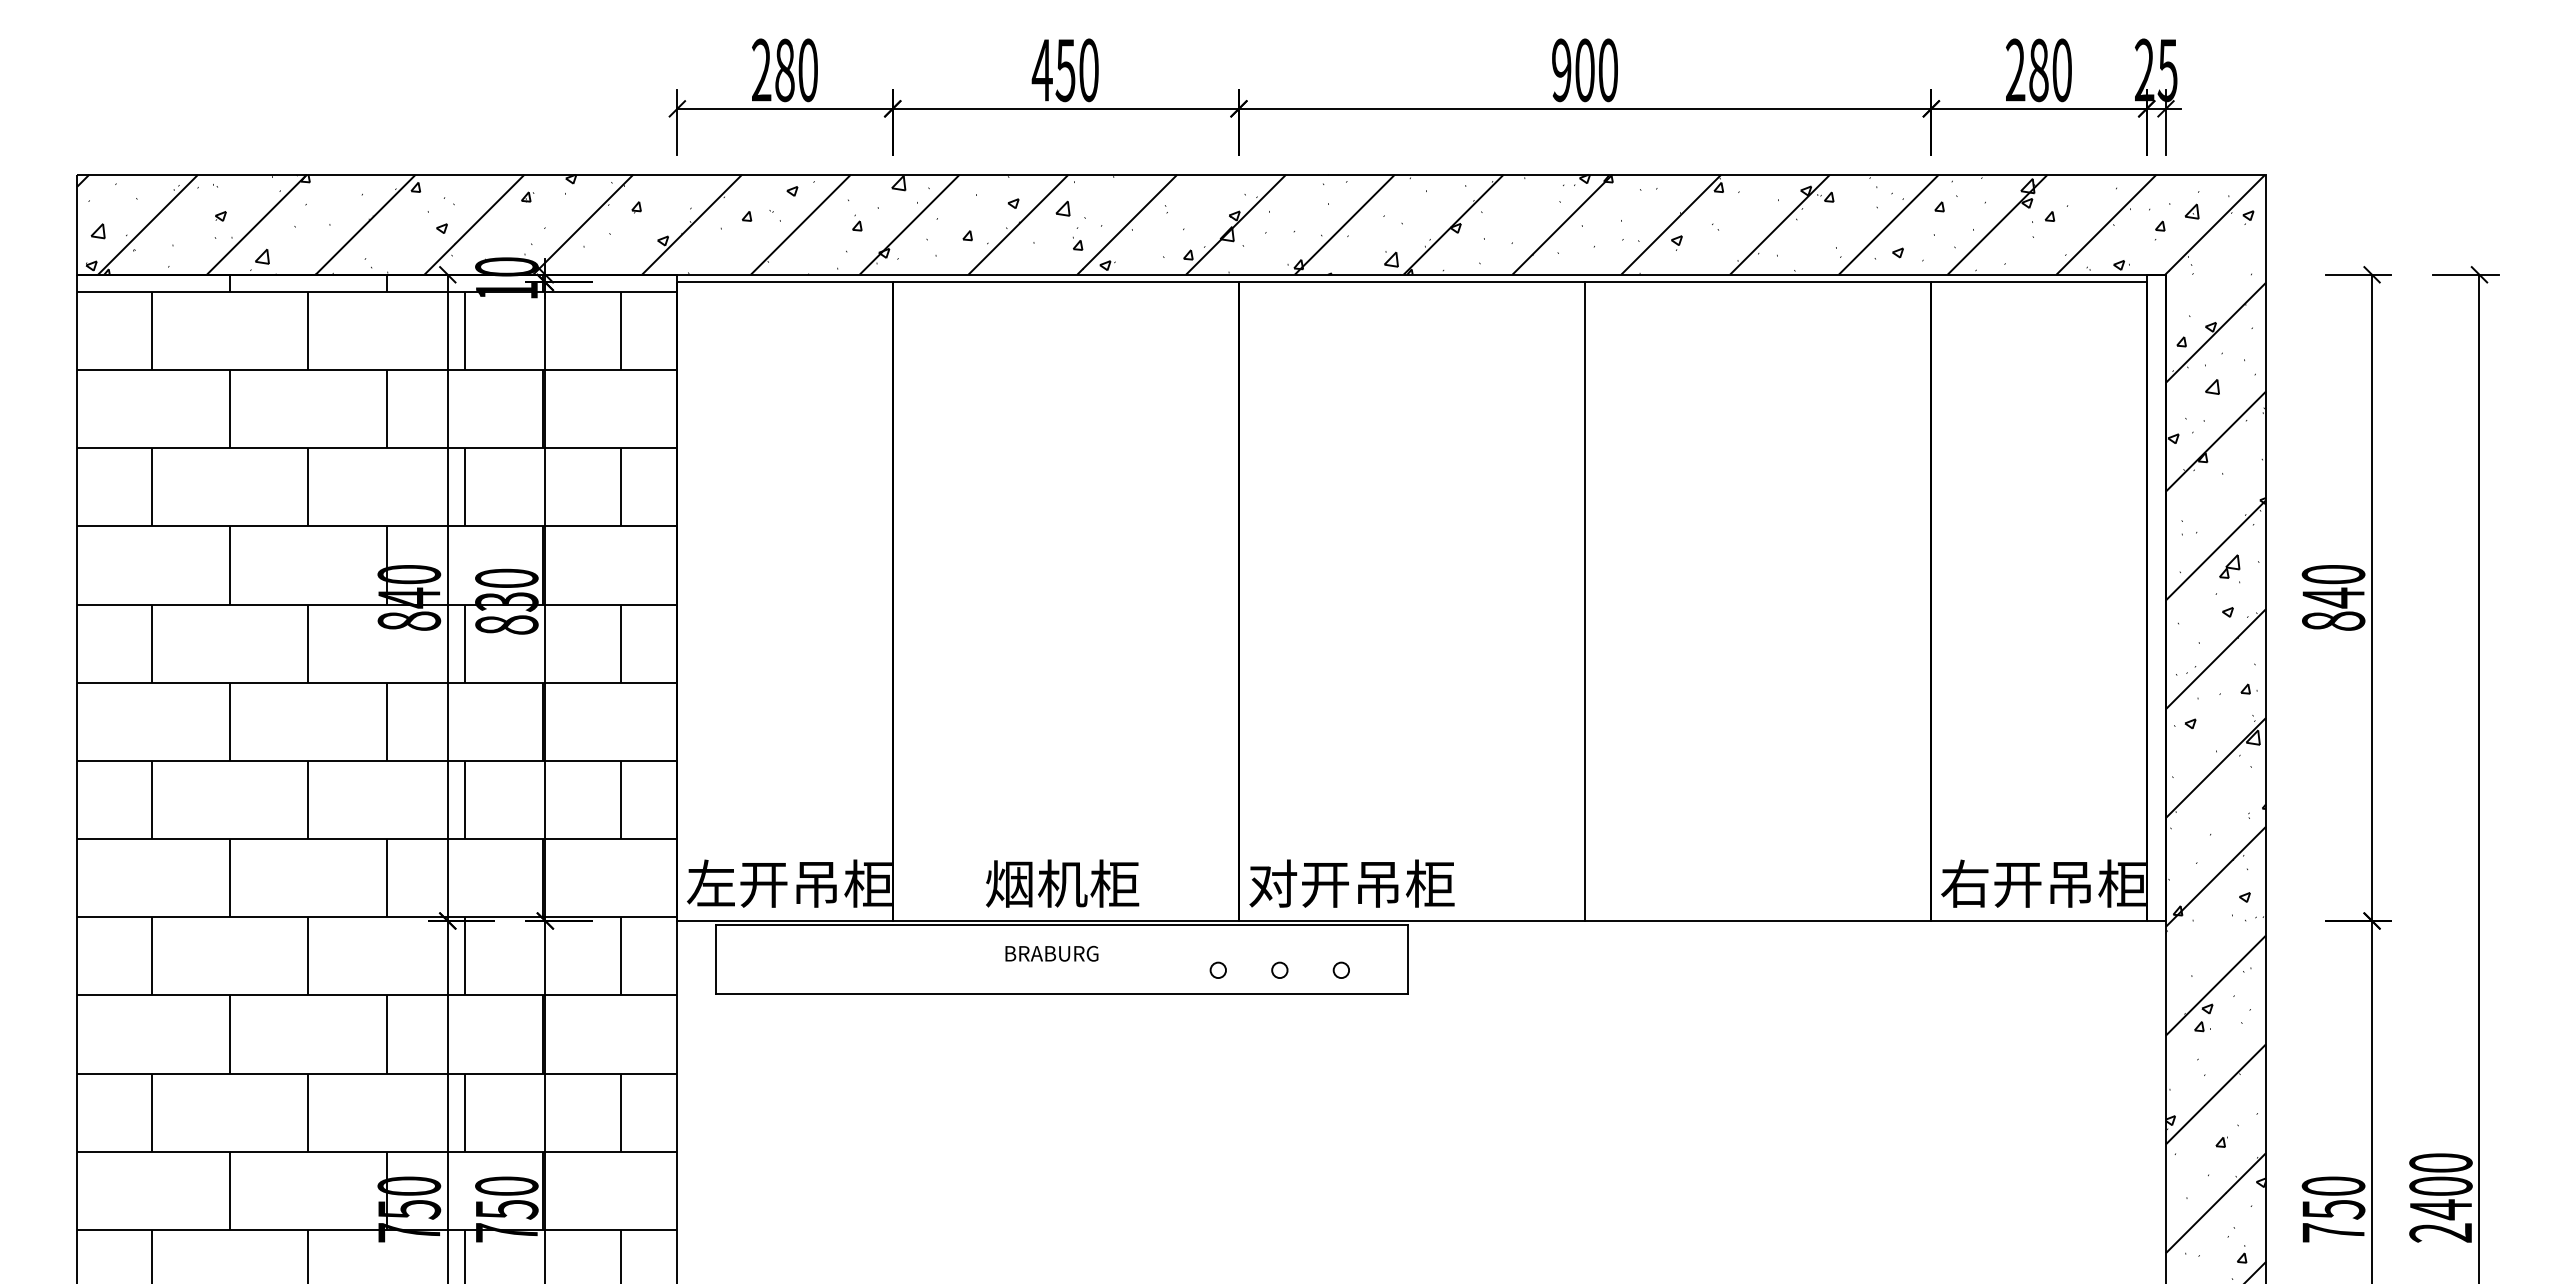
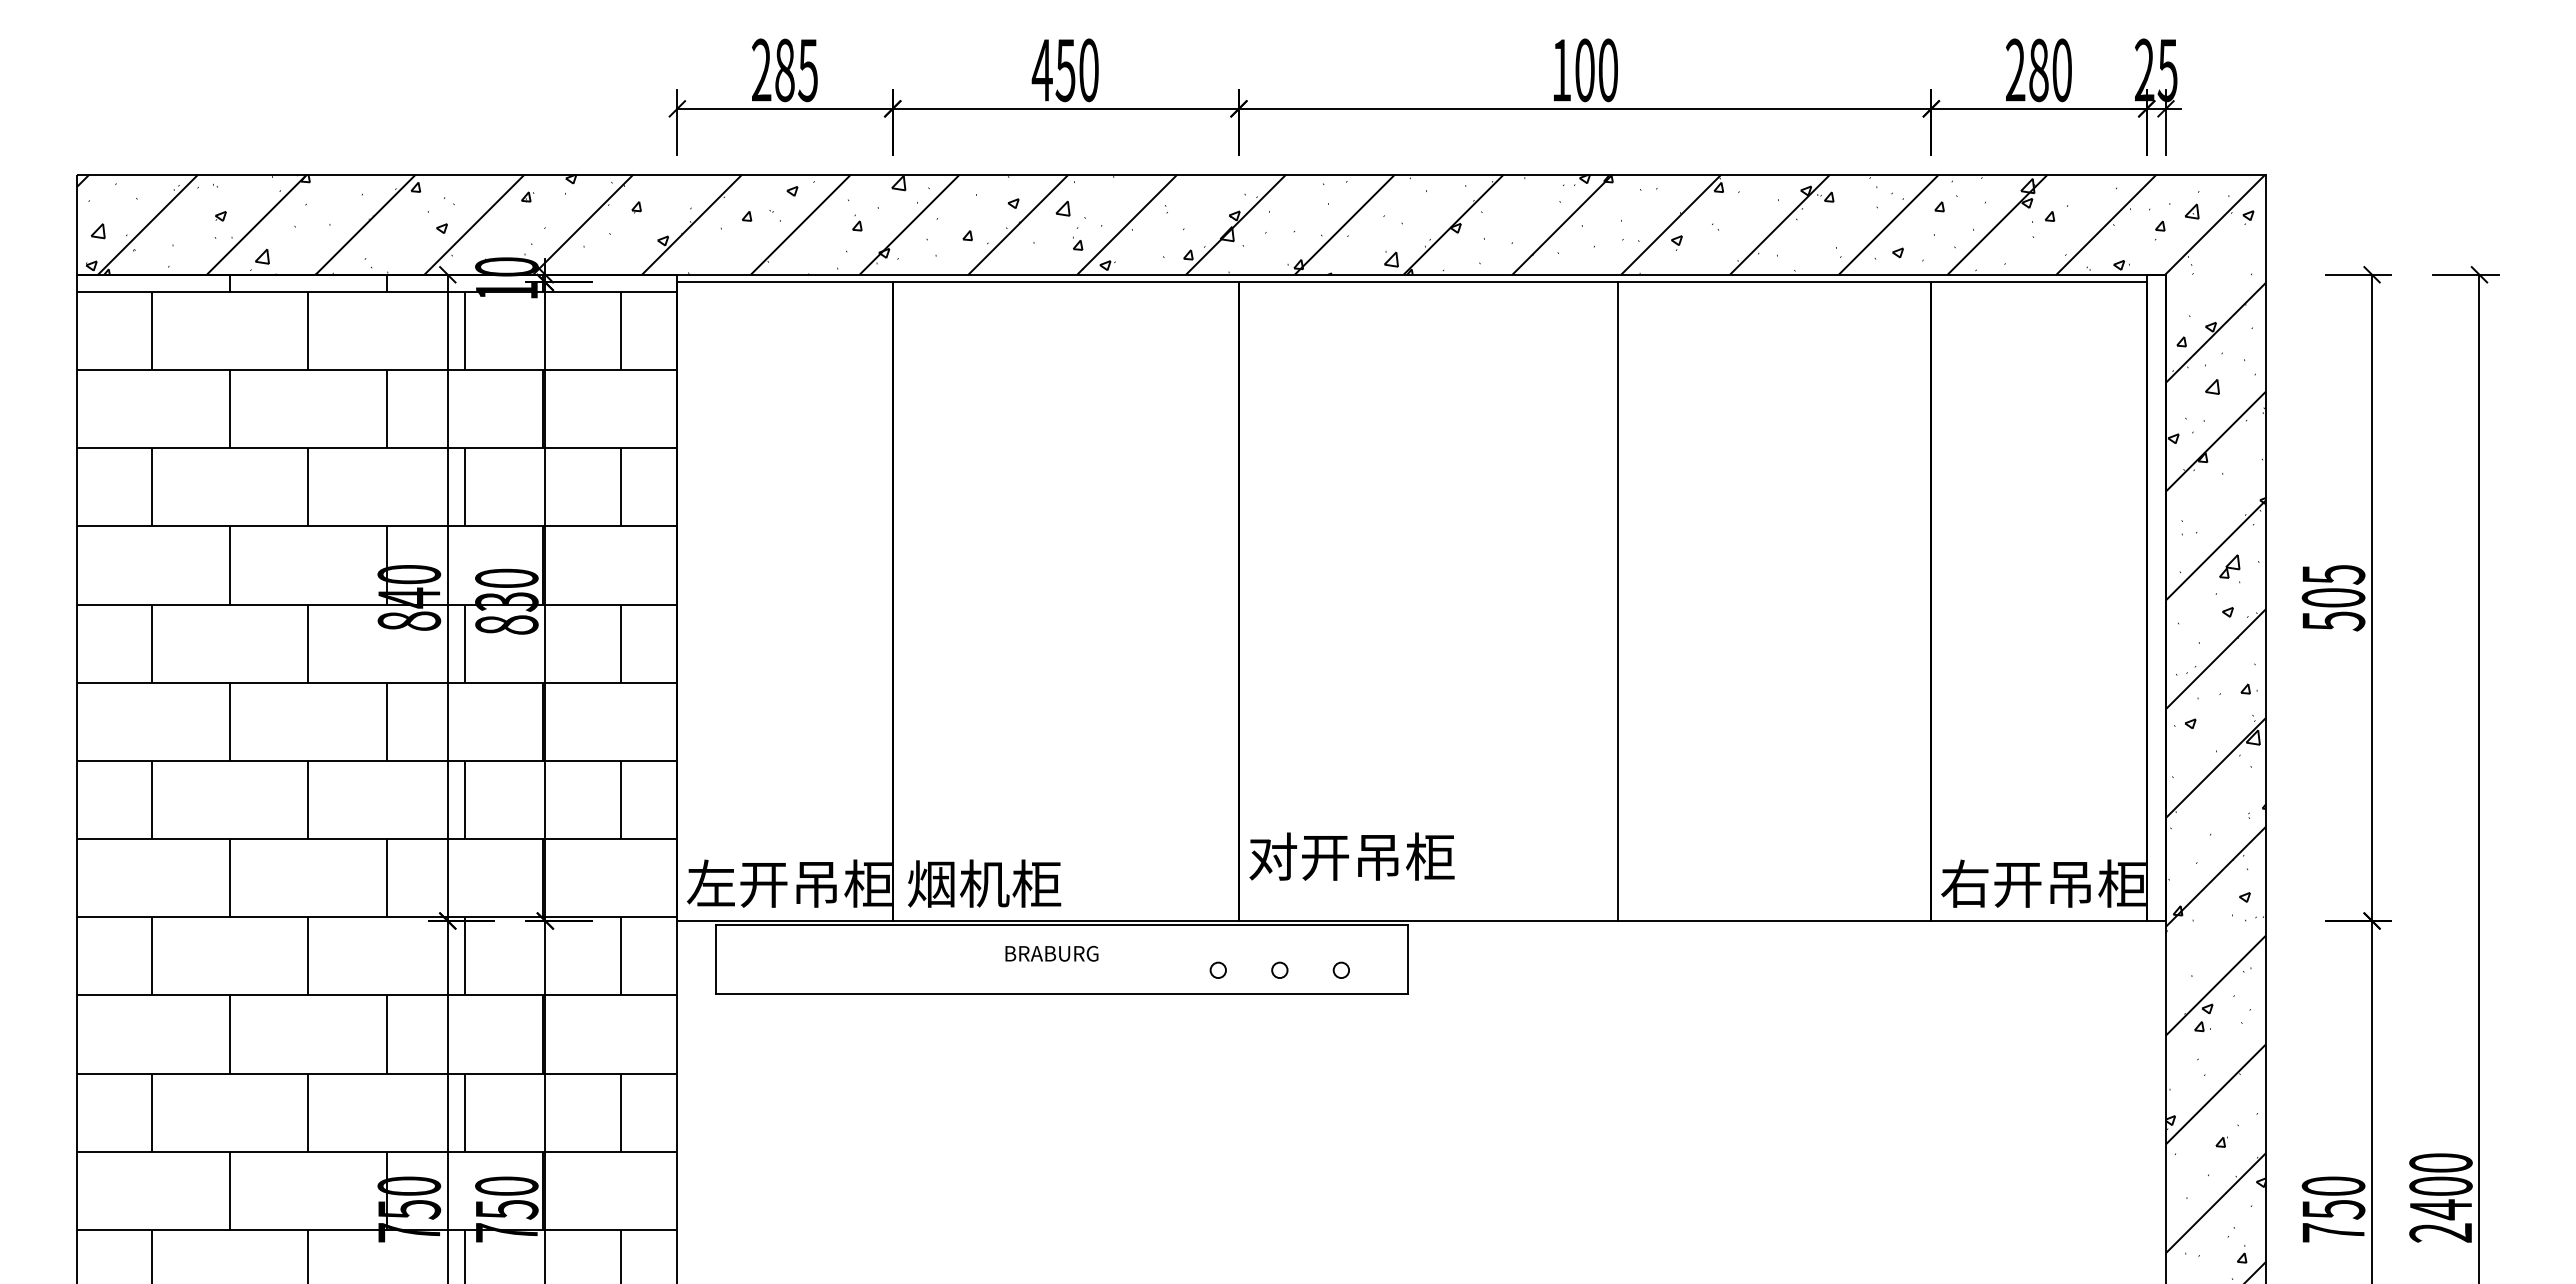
text at (807, 70): 280 -> 285
text at (1561, 70): 900 -> 100
text at (2333, 598): 840 -> 505
line at (1585, 601) position: (1585, 601) -> (1618, 601)
text at (1062, 883) position: (1062, 883) -> (984, 883)
text at (1351, 883) position: (1351, 883) -> (1351, 856)
